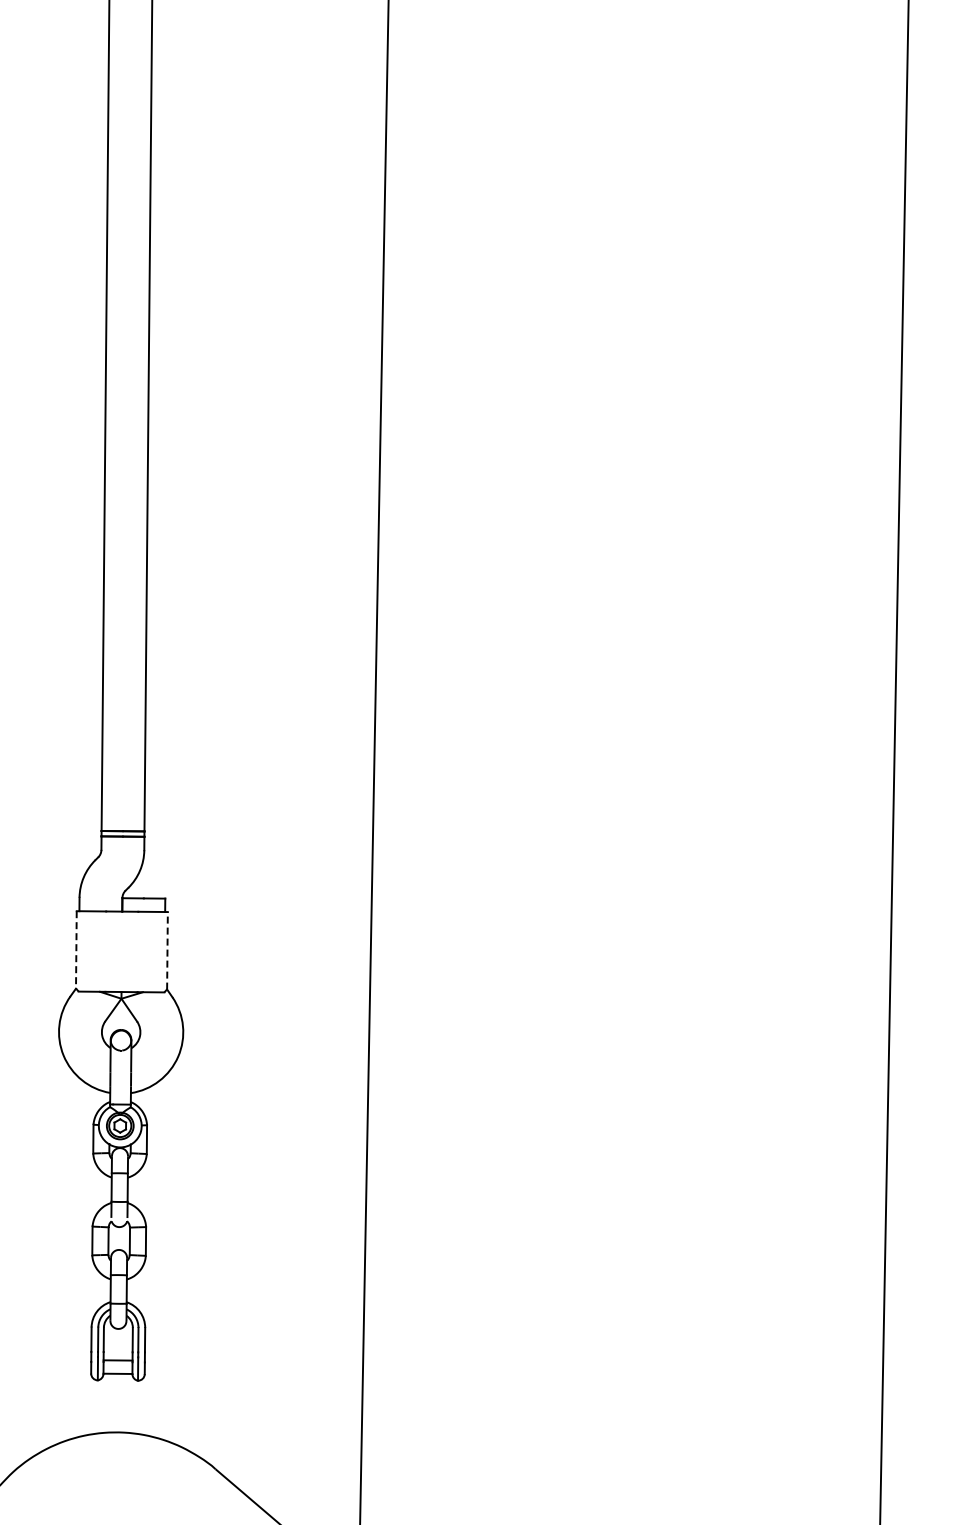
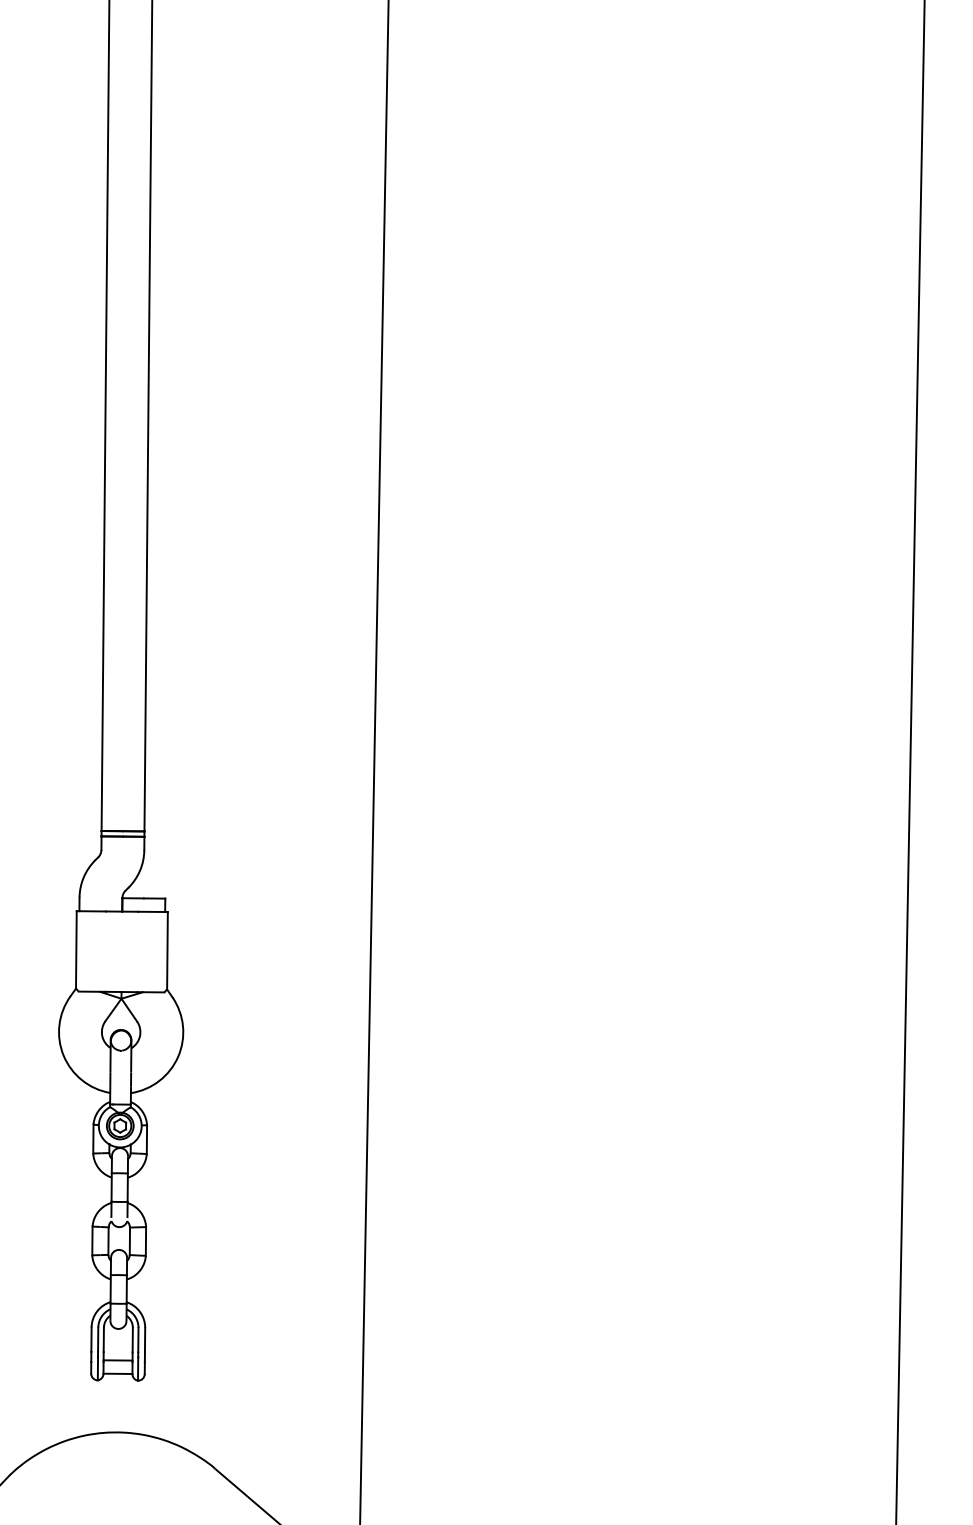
line at (894, 761) position: (894, 761) -> (910, 761)
line at (76, 949): dashed -> solid
line at (167, 950): dashed -> solid
